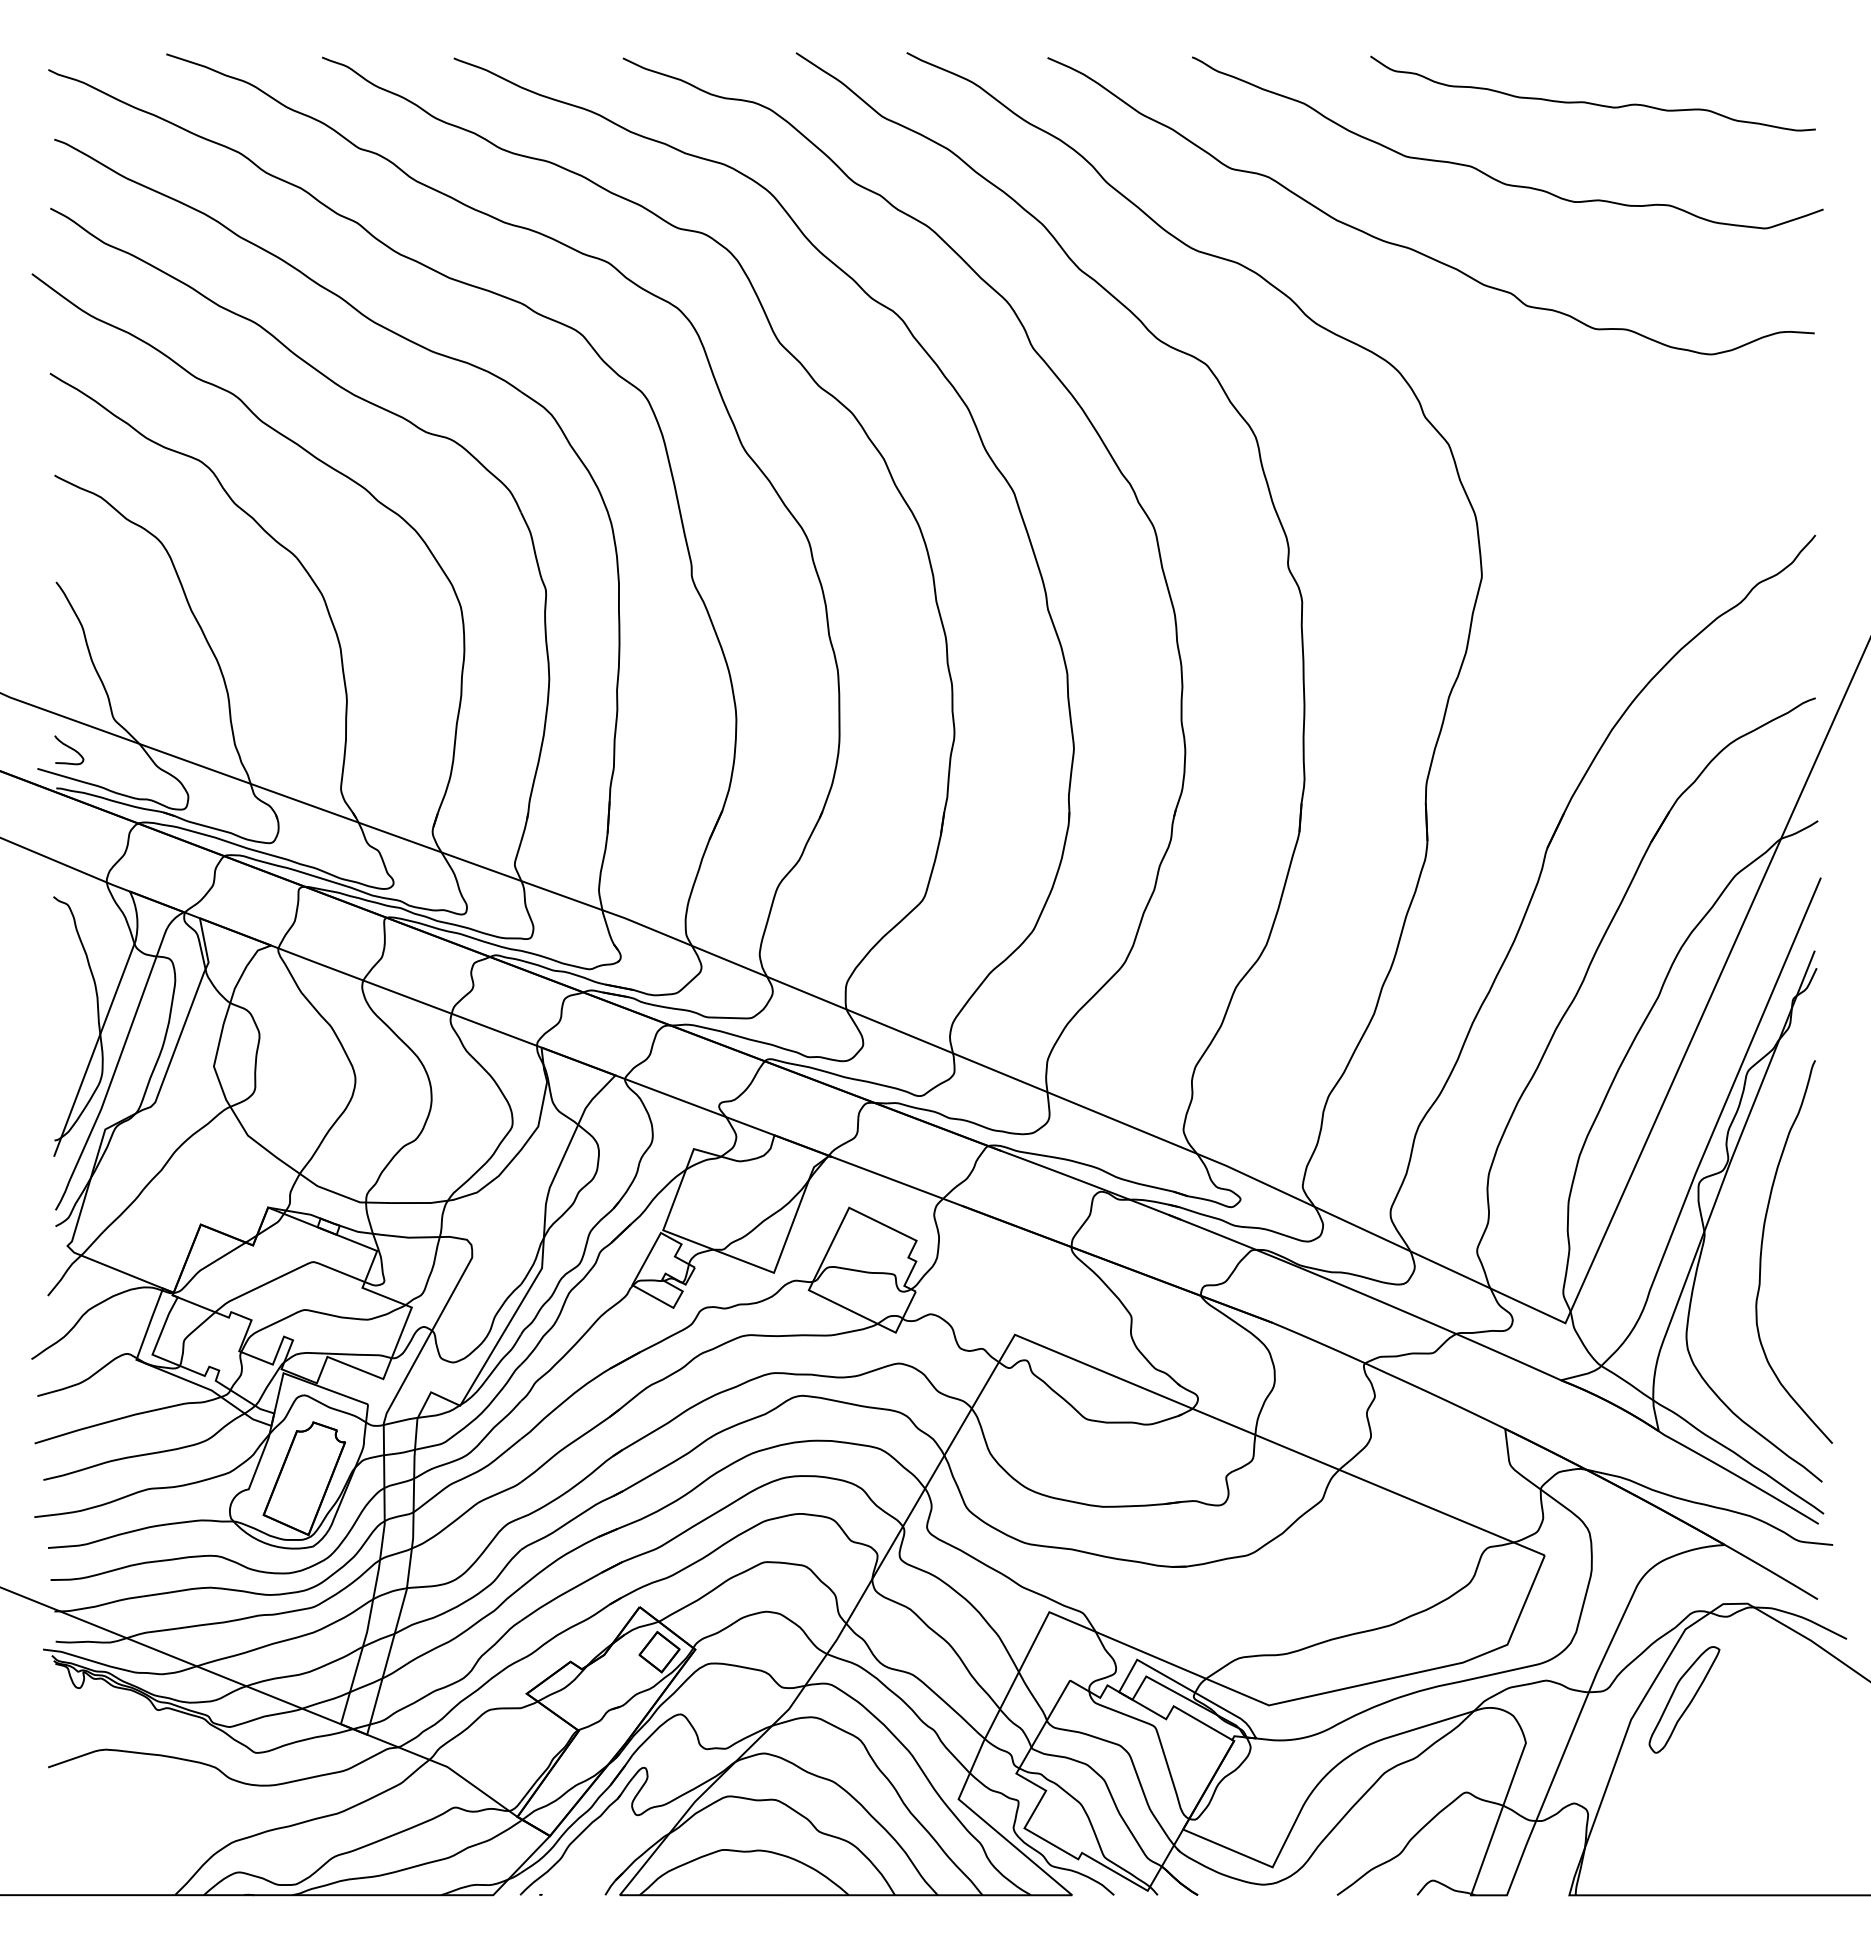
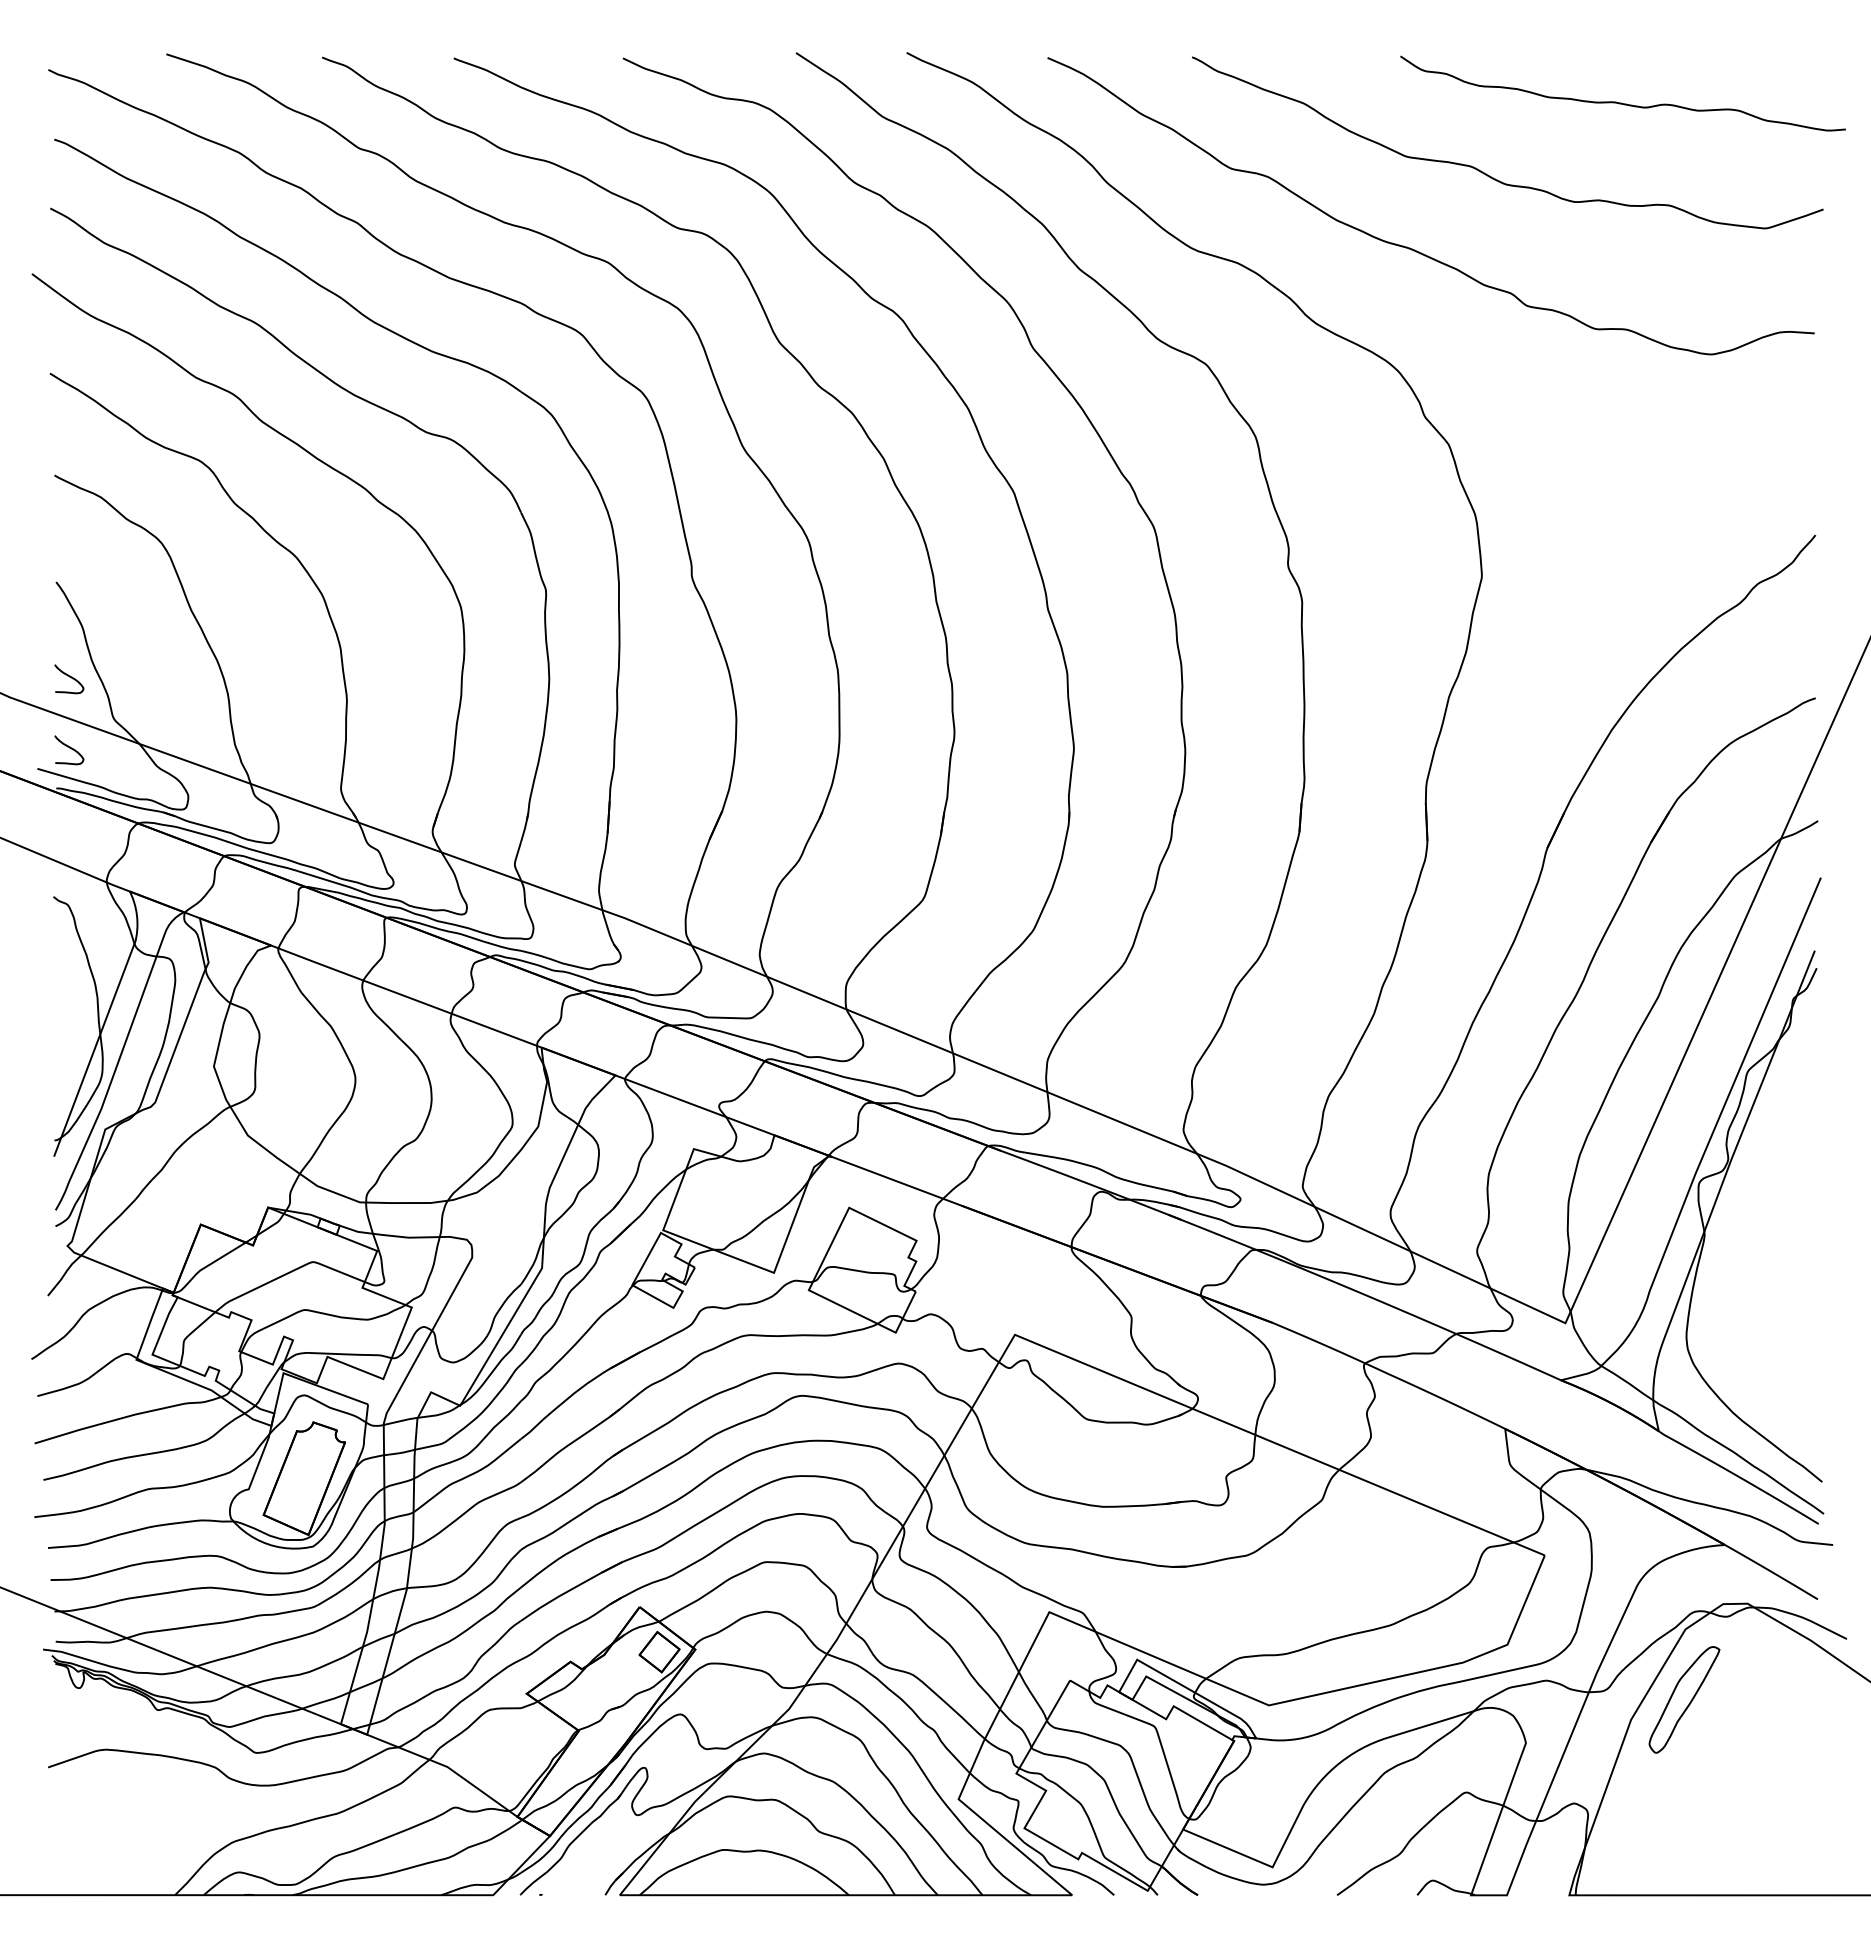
curve at (1591, 102) position: (1591, 102) -> (1621, 102)
curve at (69, 677): none -> present
curve at (1762, 1251): present -> none
